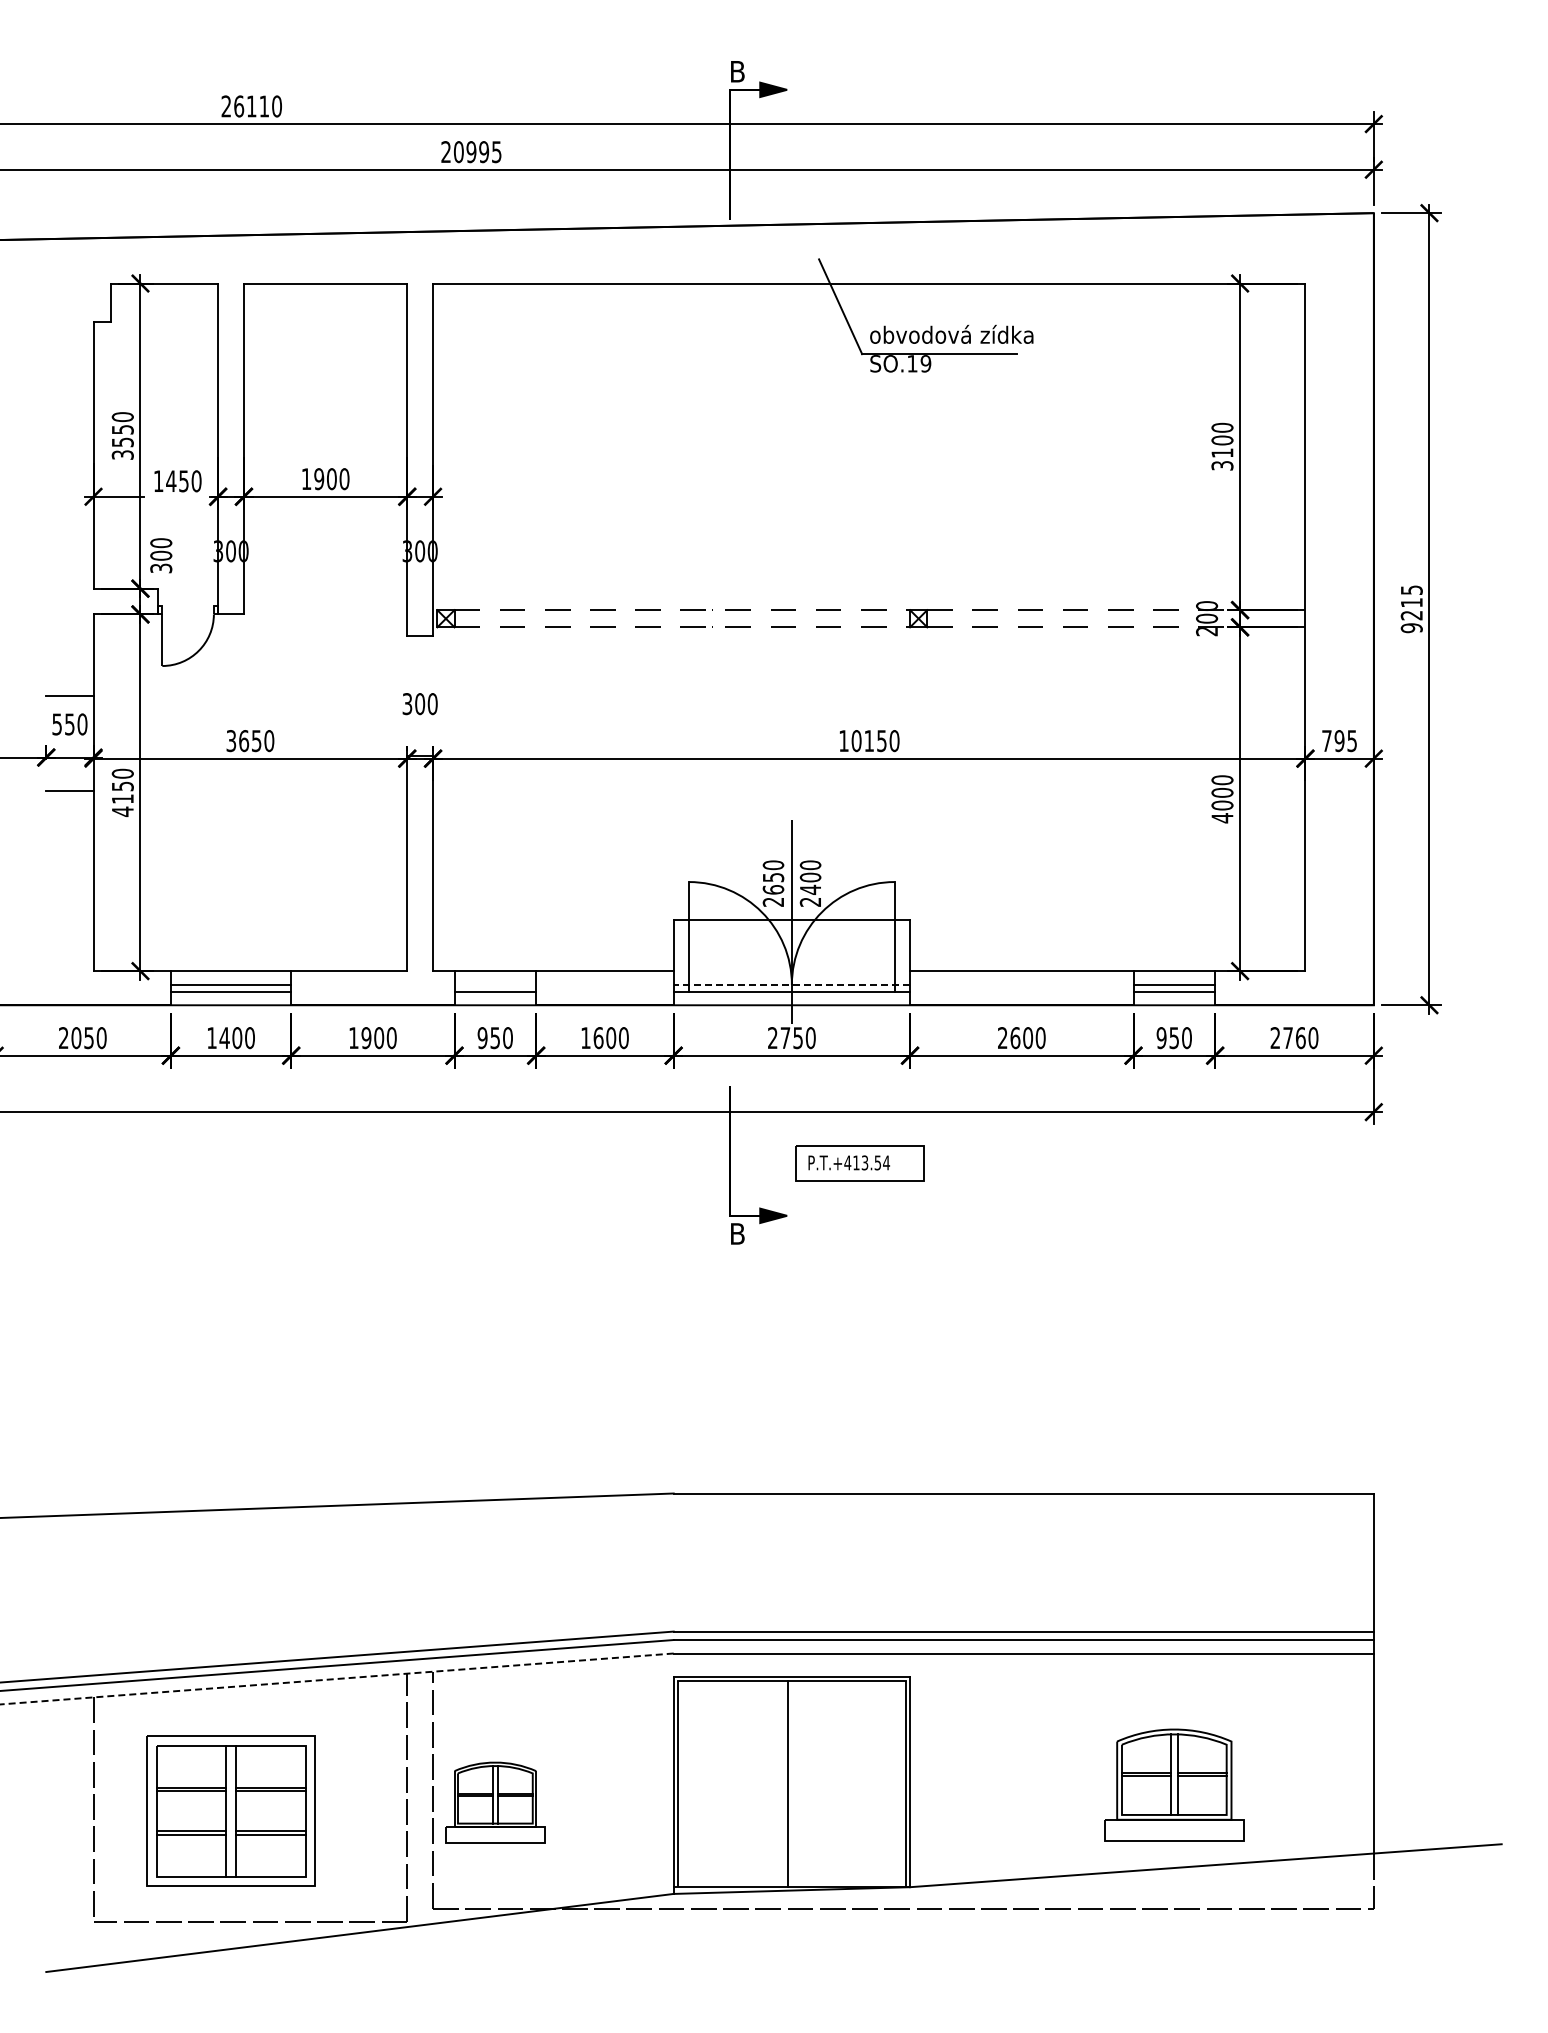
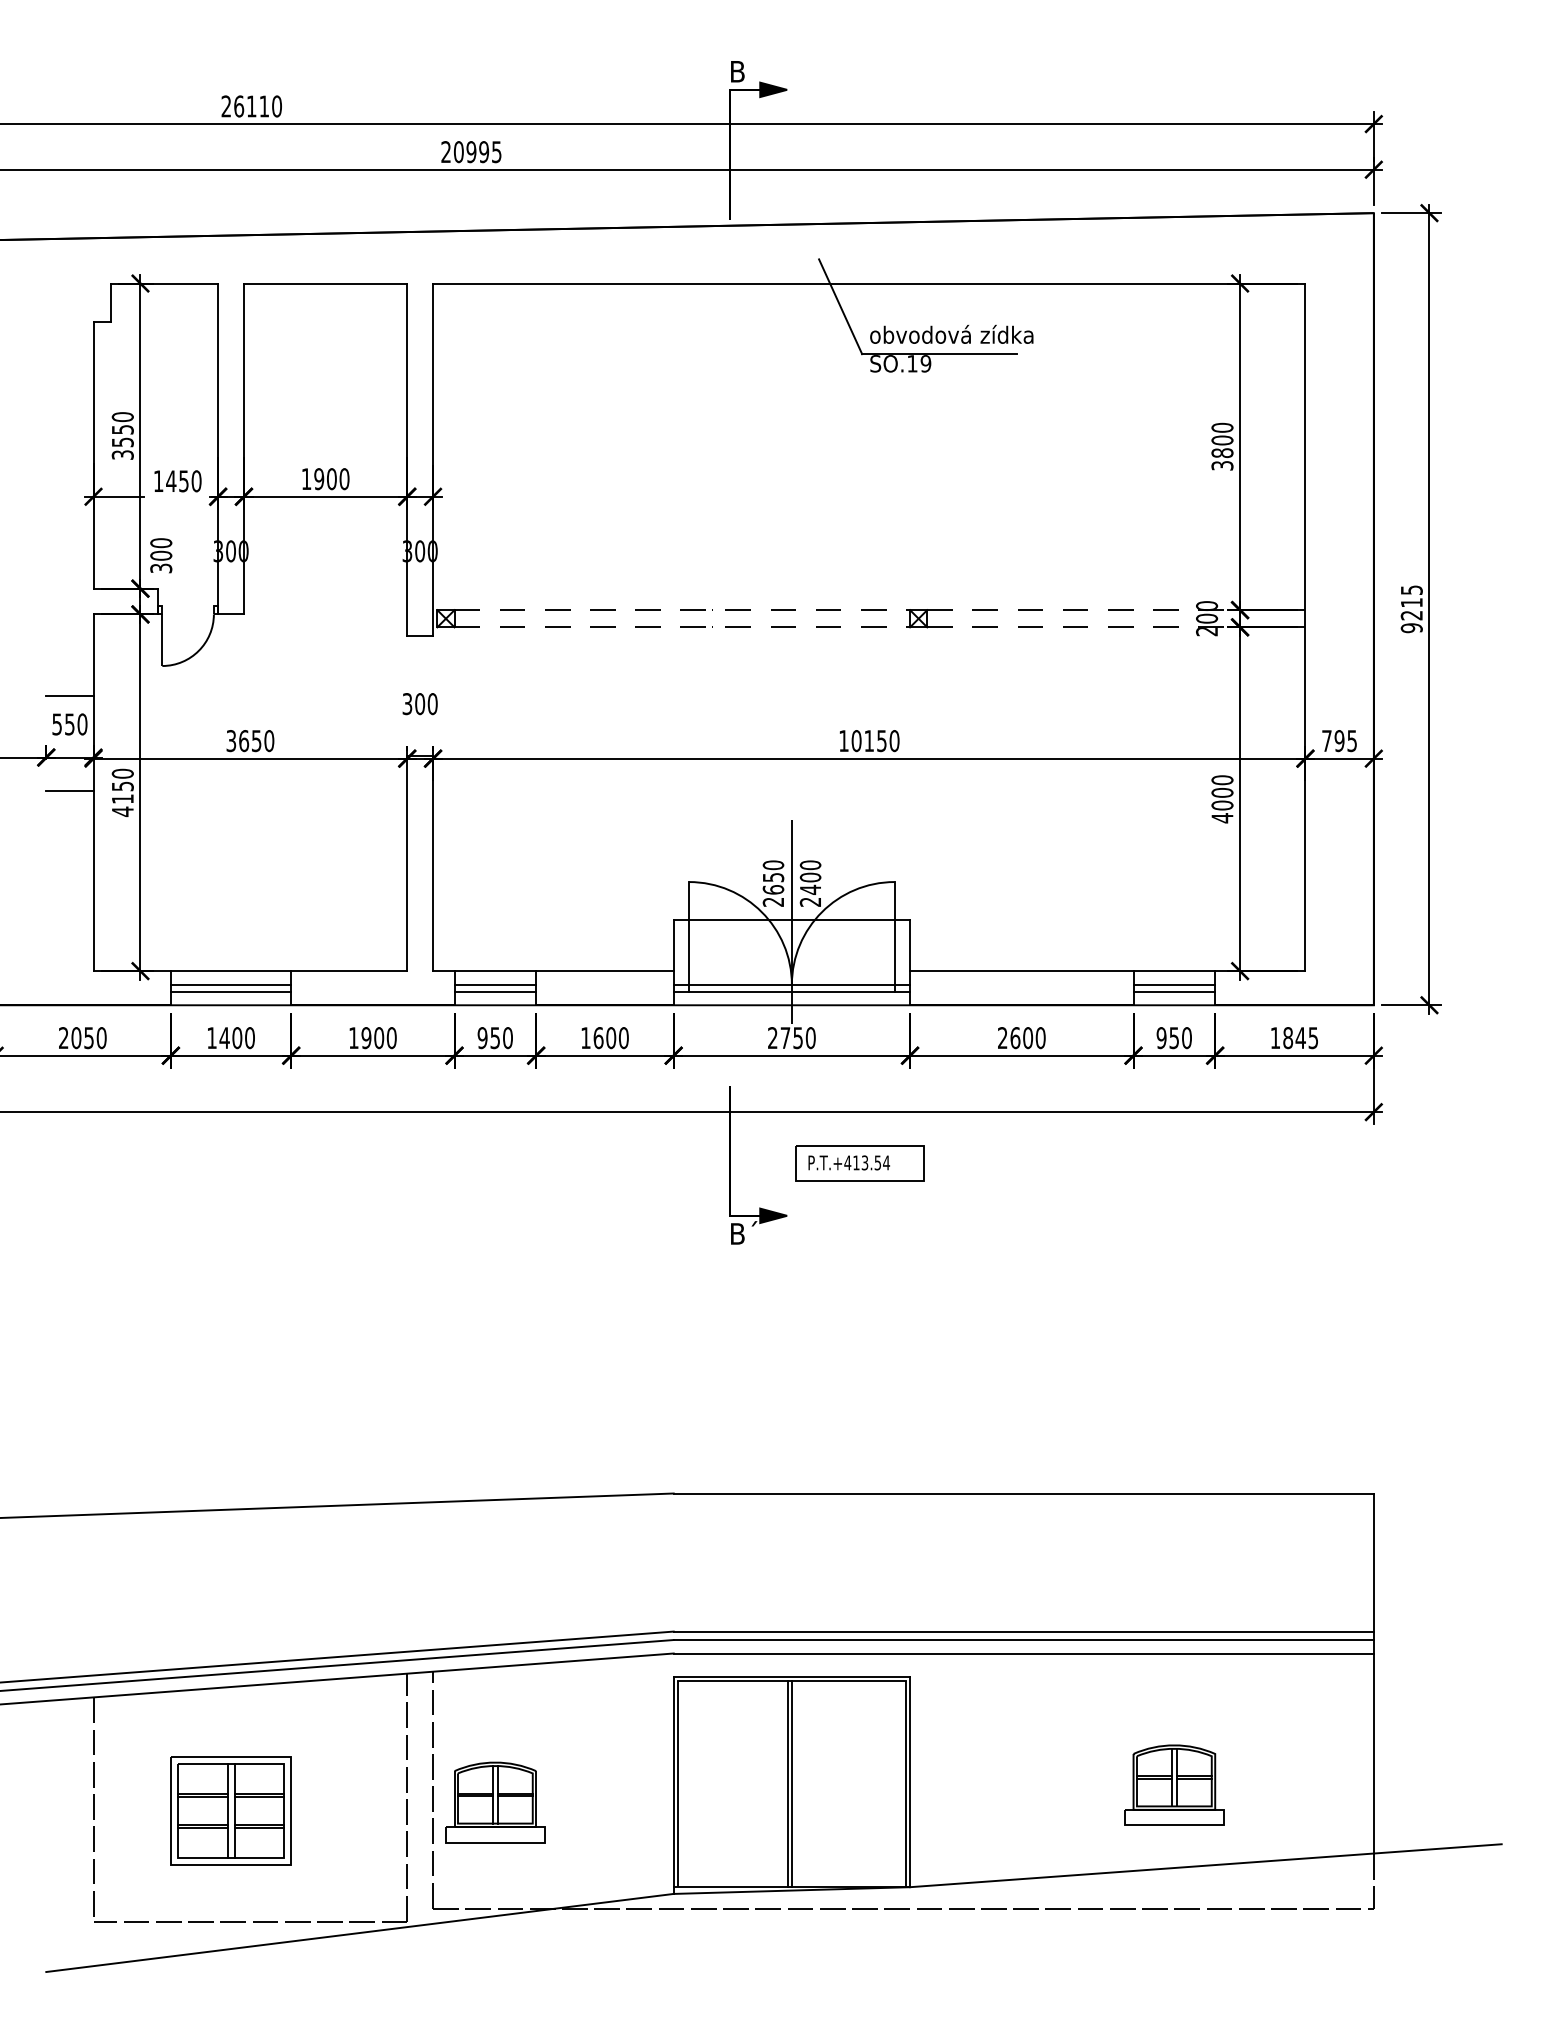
text at (1222, 453): 3100 -> 3800
line at (495, 984): none -> present
line at (791, 984): dashed -> solid
text at (1294, 1038): 2760 -> 1845
text at (754, 1223): B -> B´
line at (336, 1678): dashed -> solid
line at (791, 1783): none -> present
part at (1174, 1784) size: 141x114 px -> 101x82 px
part at (230, 1810) size: 170x152 px -> 122x110 px
